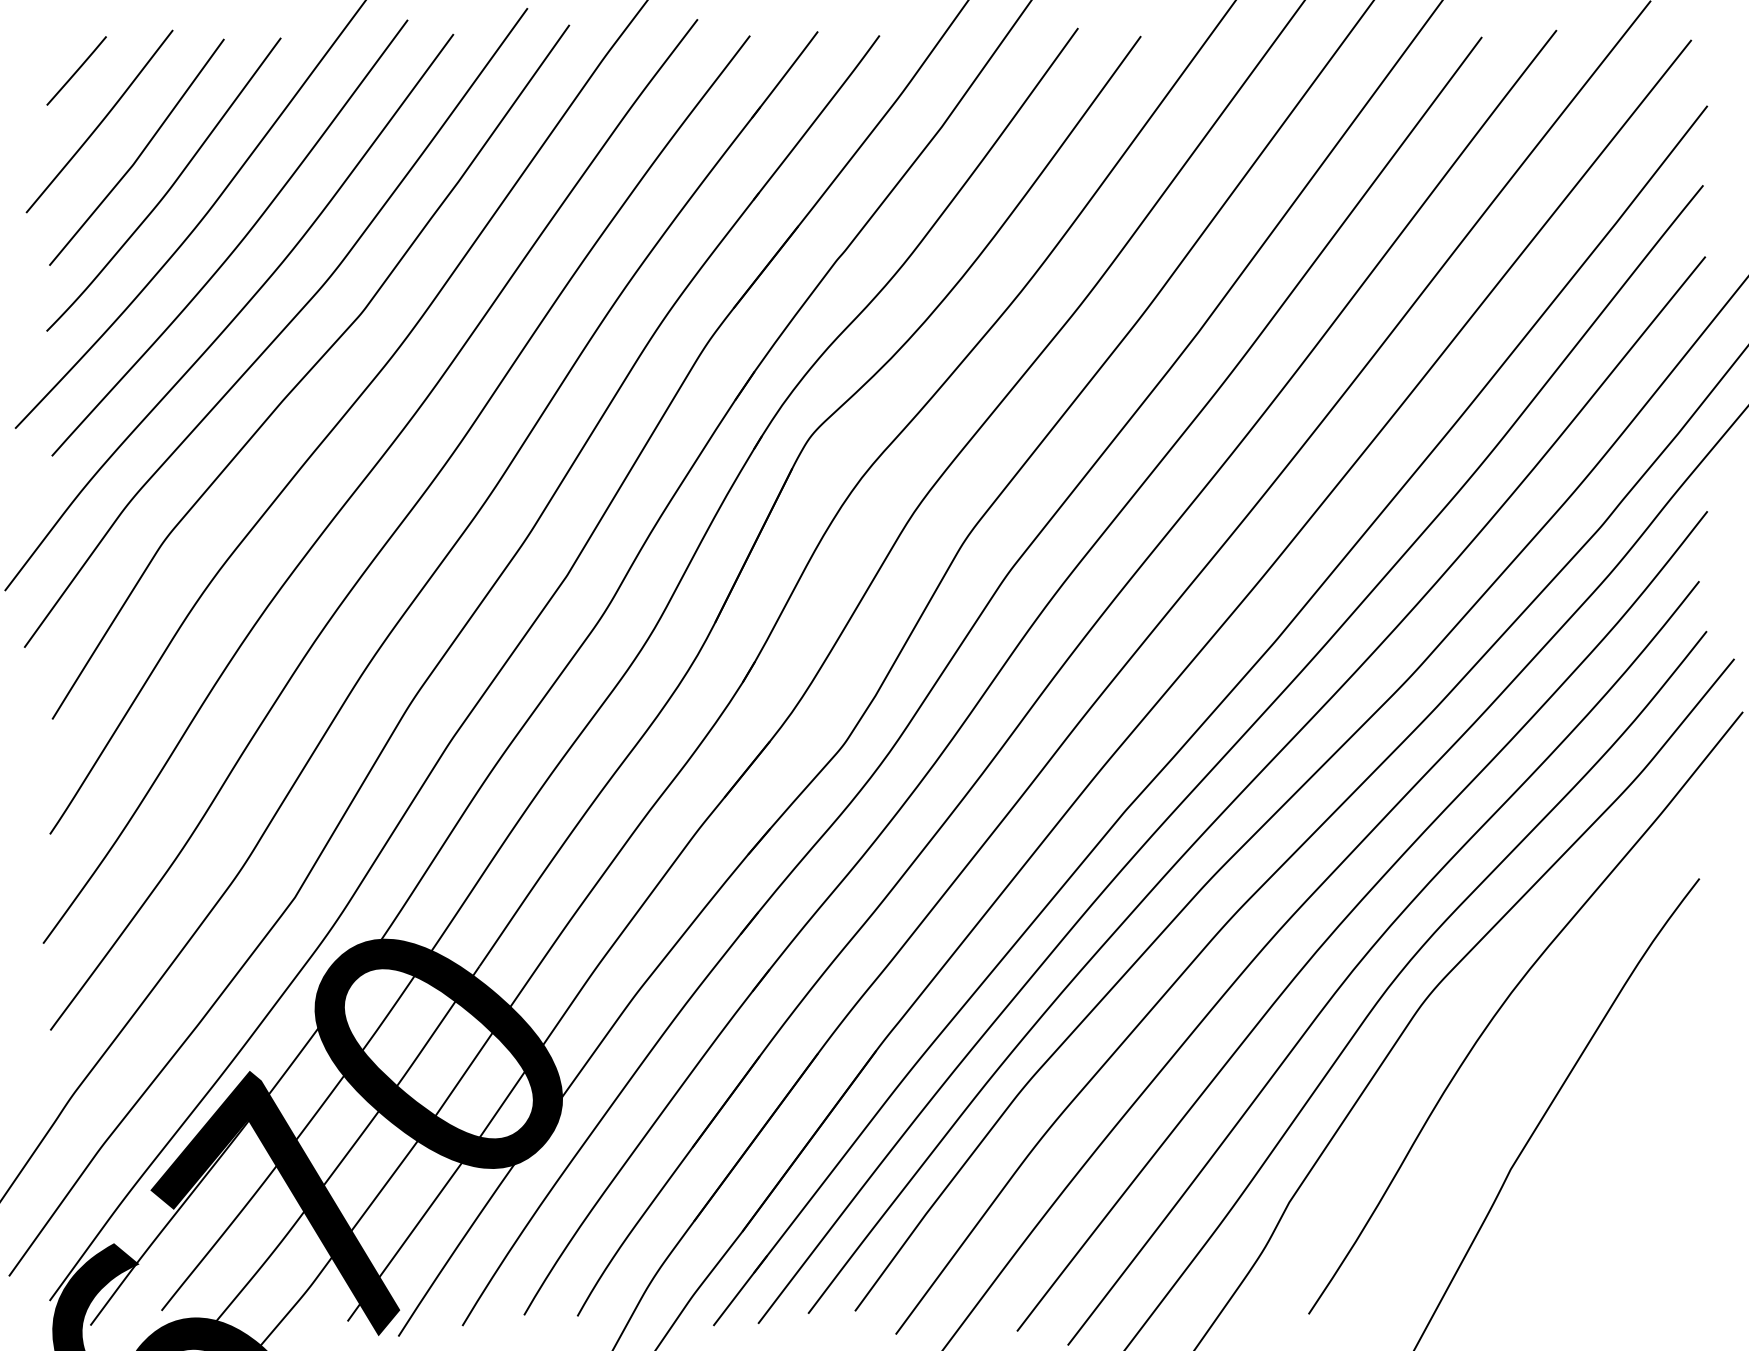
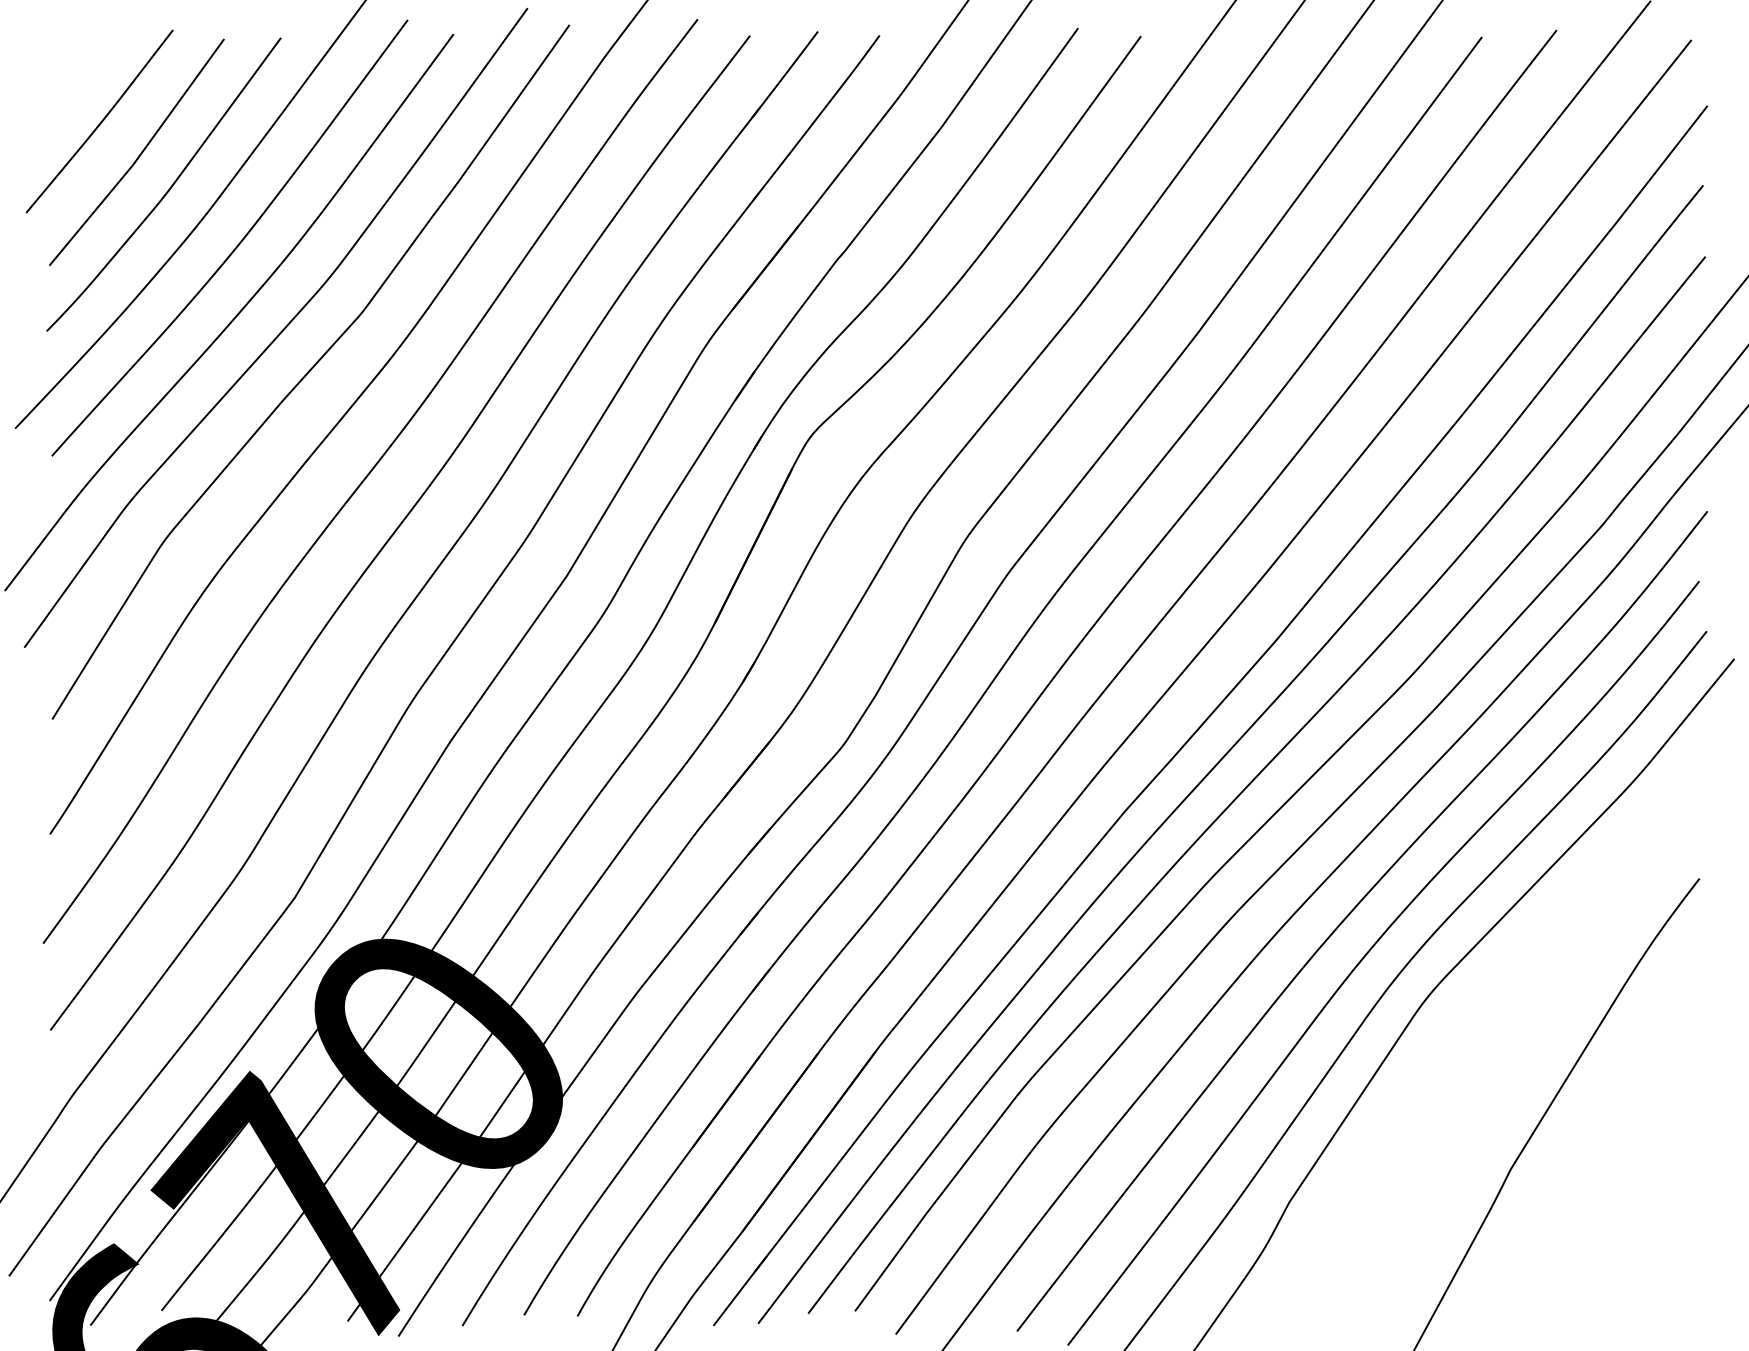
line at (76, 70): present -> none
curve at (1509, 997): present -> none
